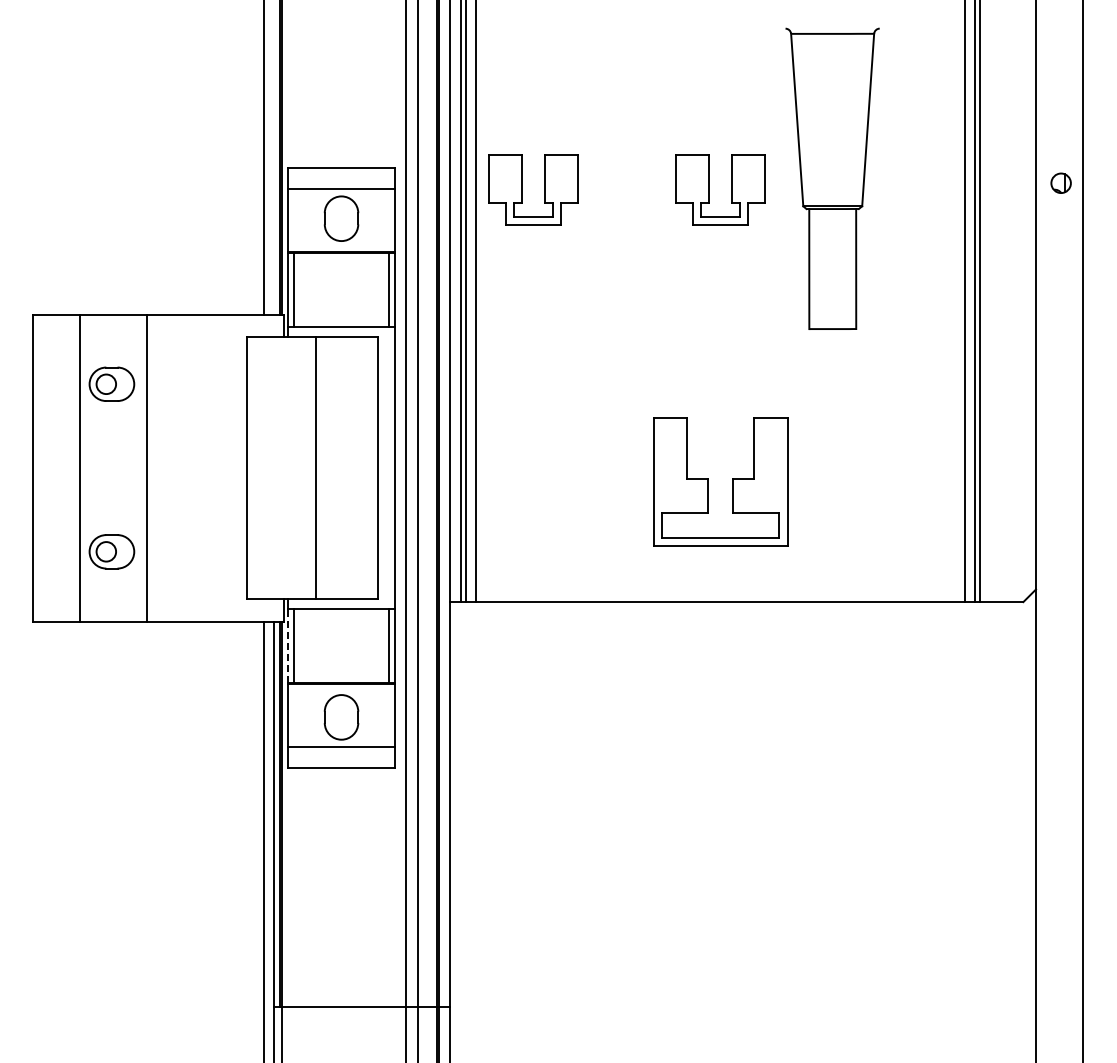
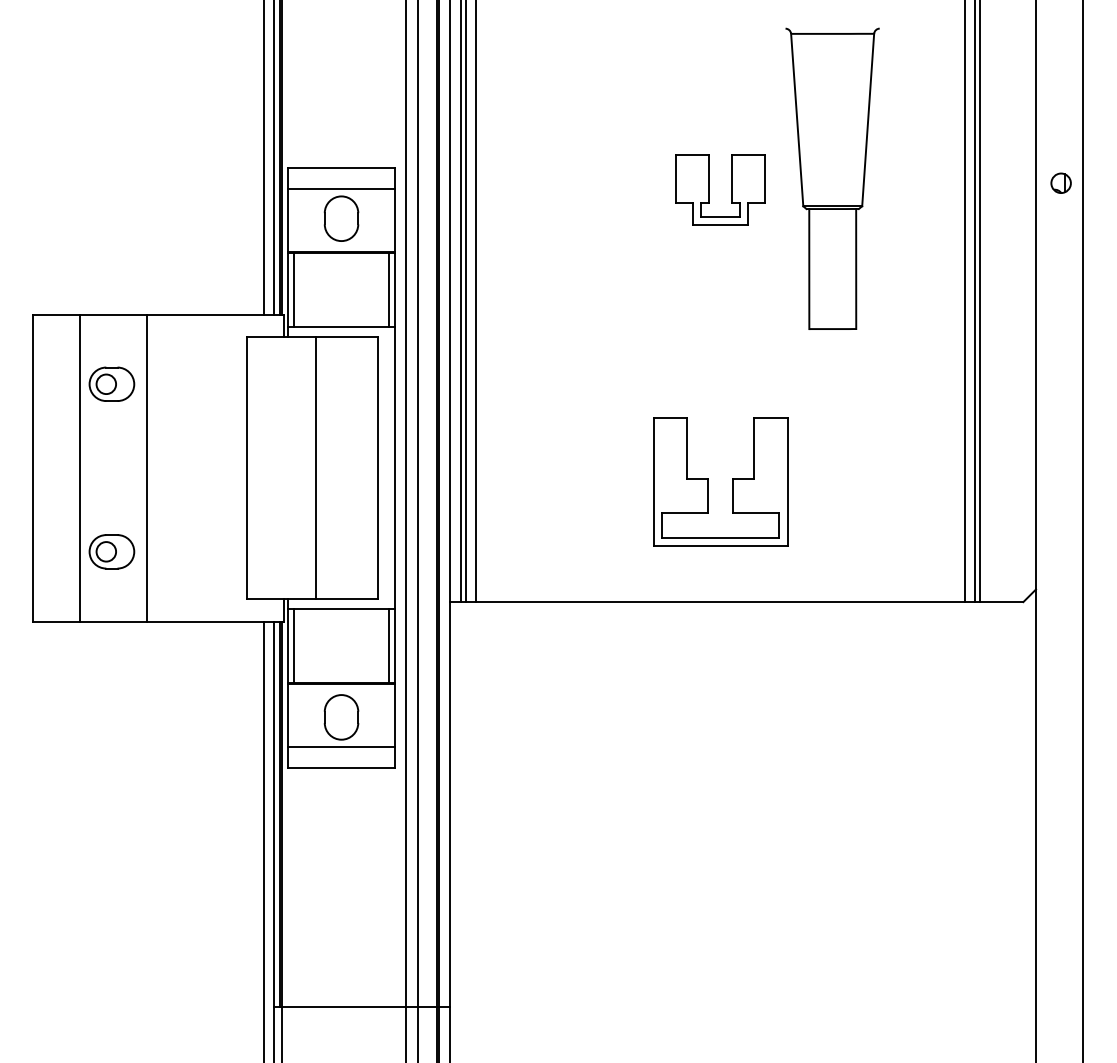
line at (273, 158): none -> present
part at (522, 189): present -> none
line at (288, 645): dashed -> solid
